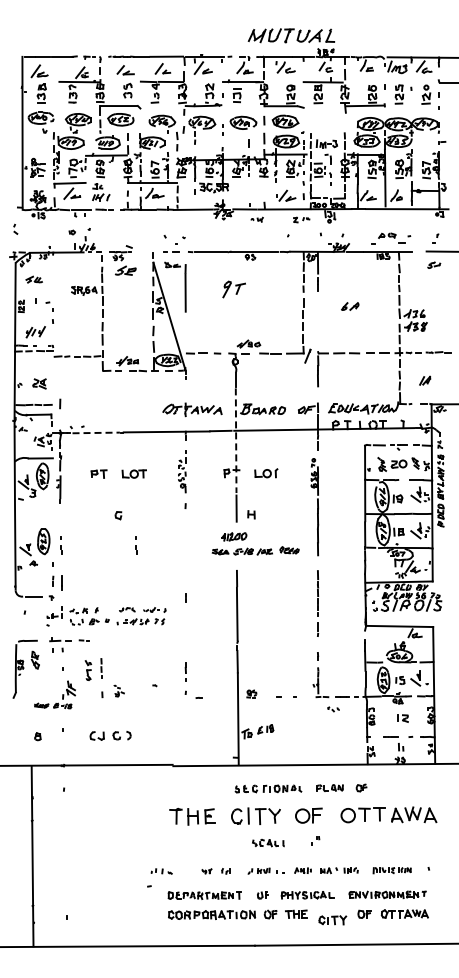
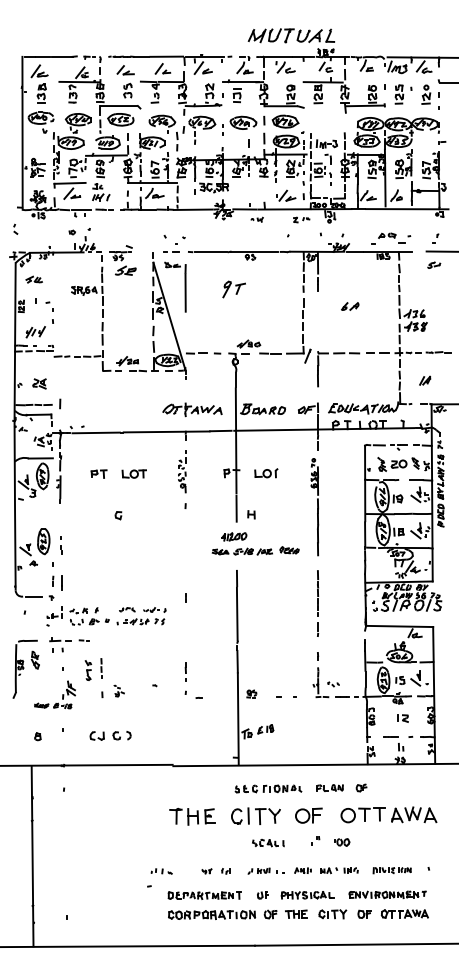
line at (96, 432): dashed -> solid
line at (236, 441): dashed -> solid
part at (136, 545): present -> none
part at (333, 709) position: (333, 709) -> (333, 684)
part at (342, 842): none -> present
part at (332, 920) position: (332, 920) -> (332, 914)
